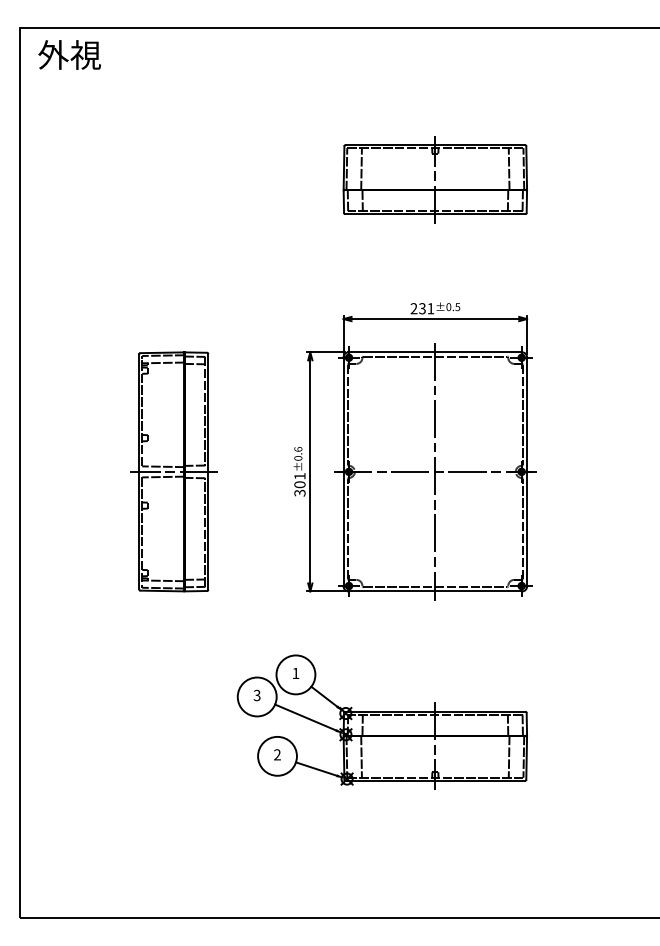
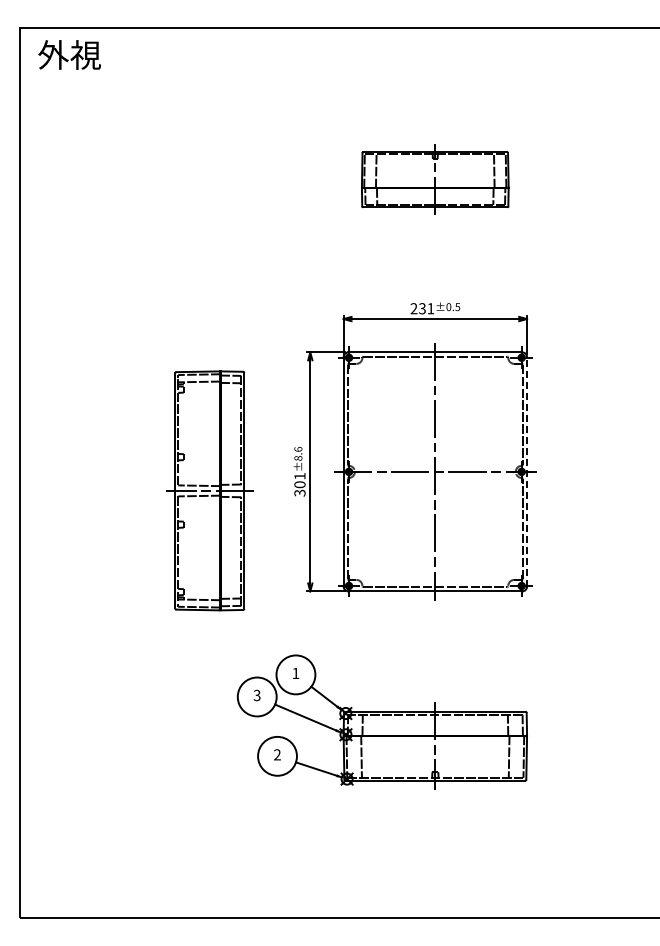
part at (434, 179) size: 186x88 px -> 149x71 px
text at (298, 458): ±0.6 -> ±8.6
part at (173, 471) position: (173, 471) -> (209, 490)
line at (527, 471): solid -> dashed
